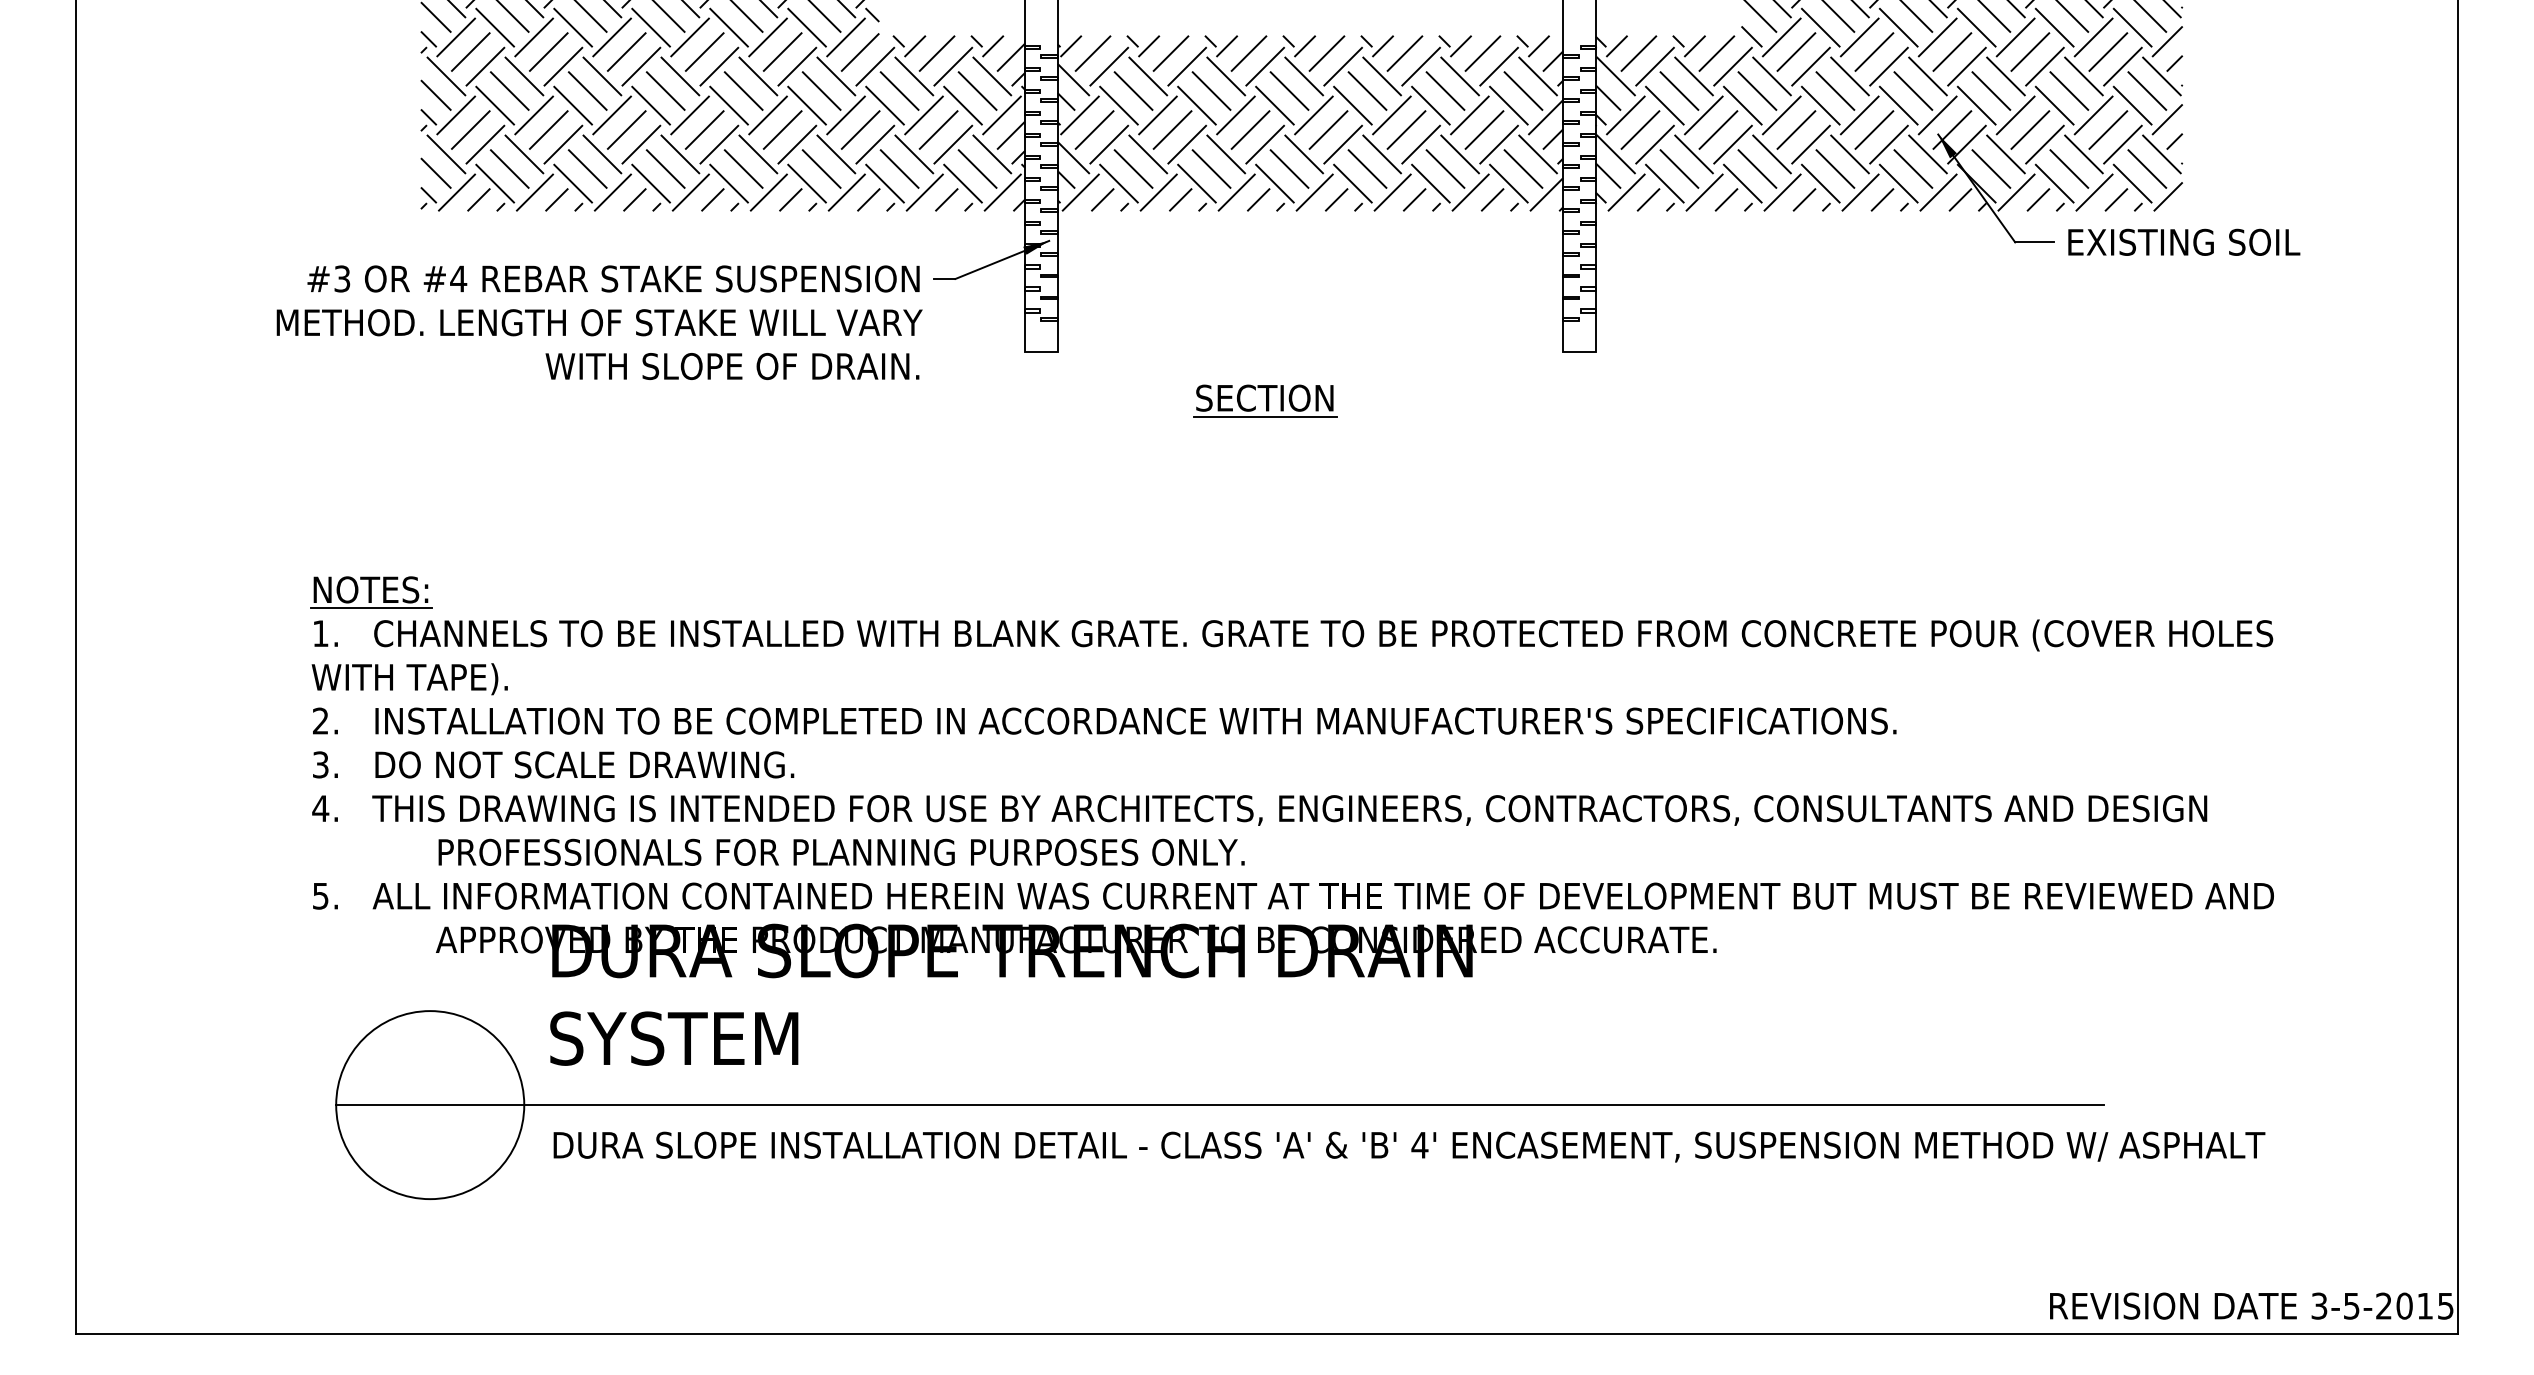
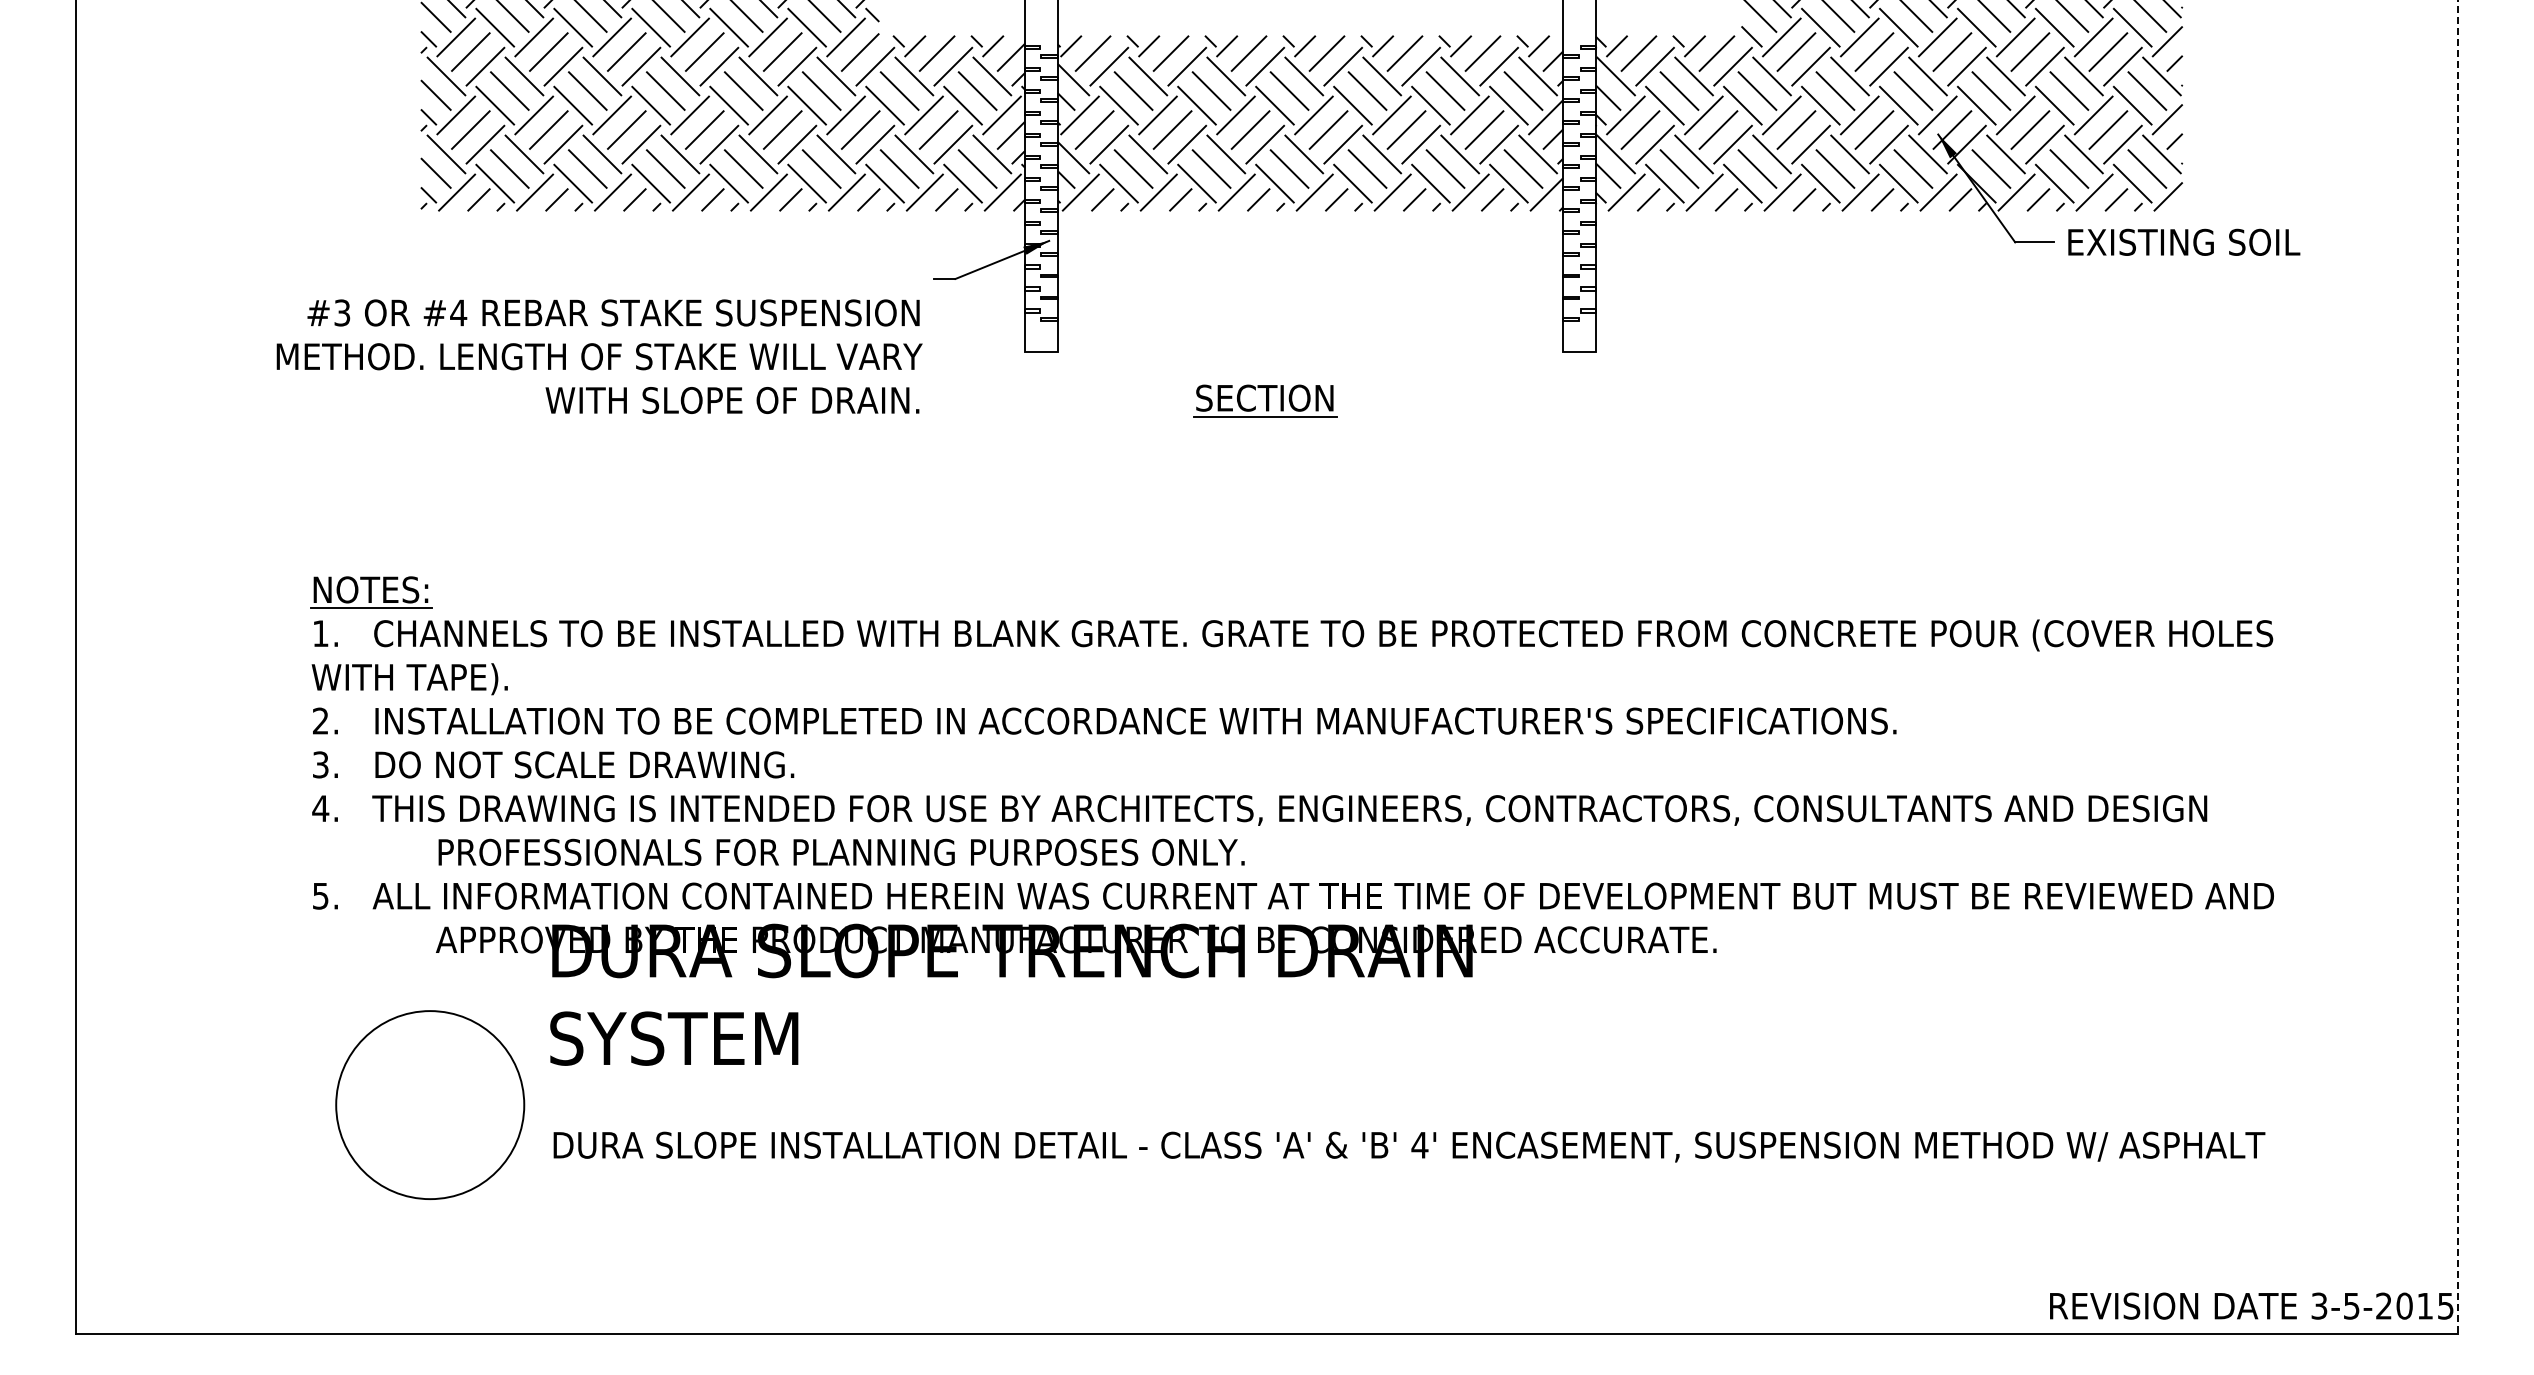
text at (599, 322) position: (599, 322) -> (599, 356)
line at (2457, 666): solid -> dashed
line at (1219, 1105): present -> none
